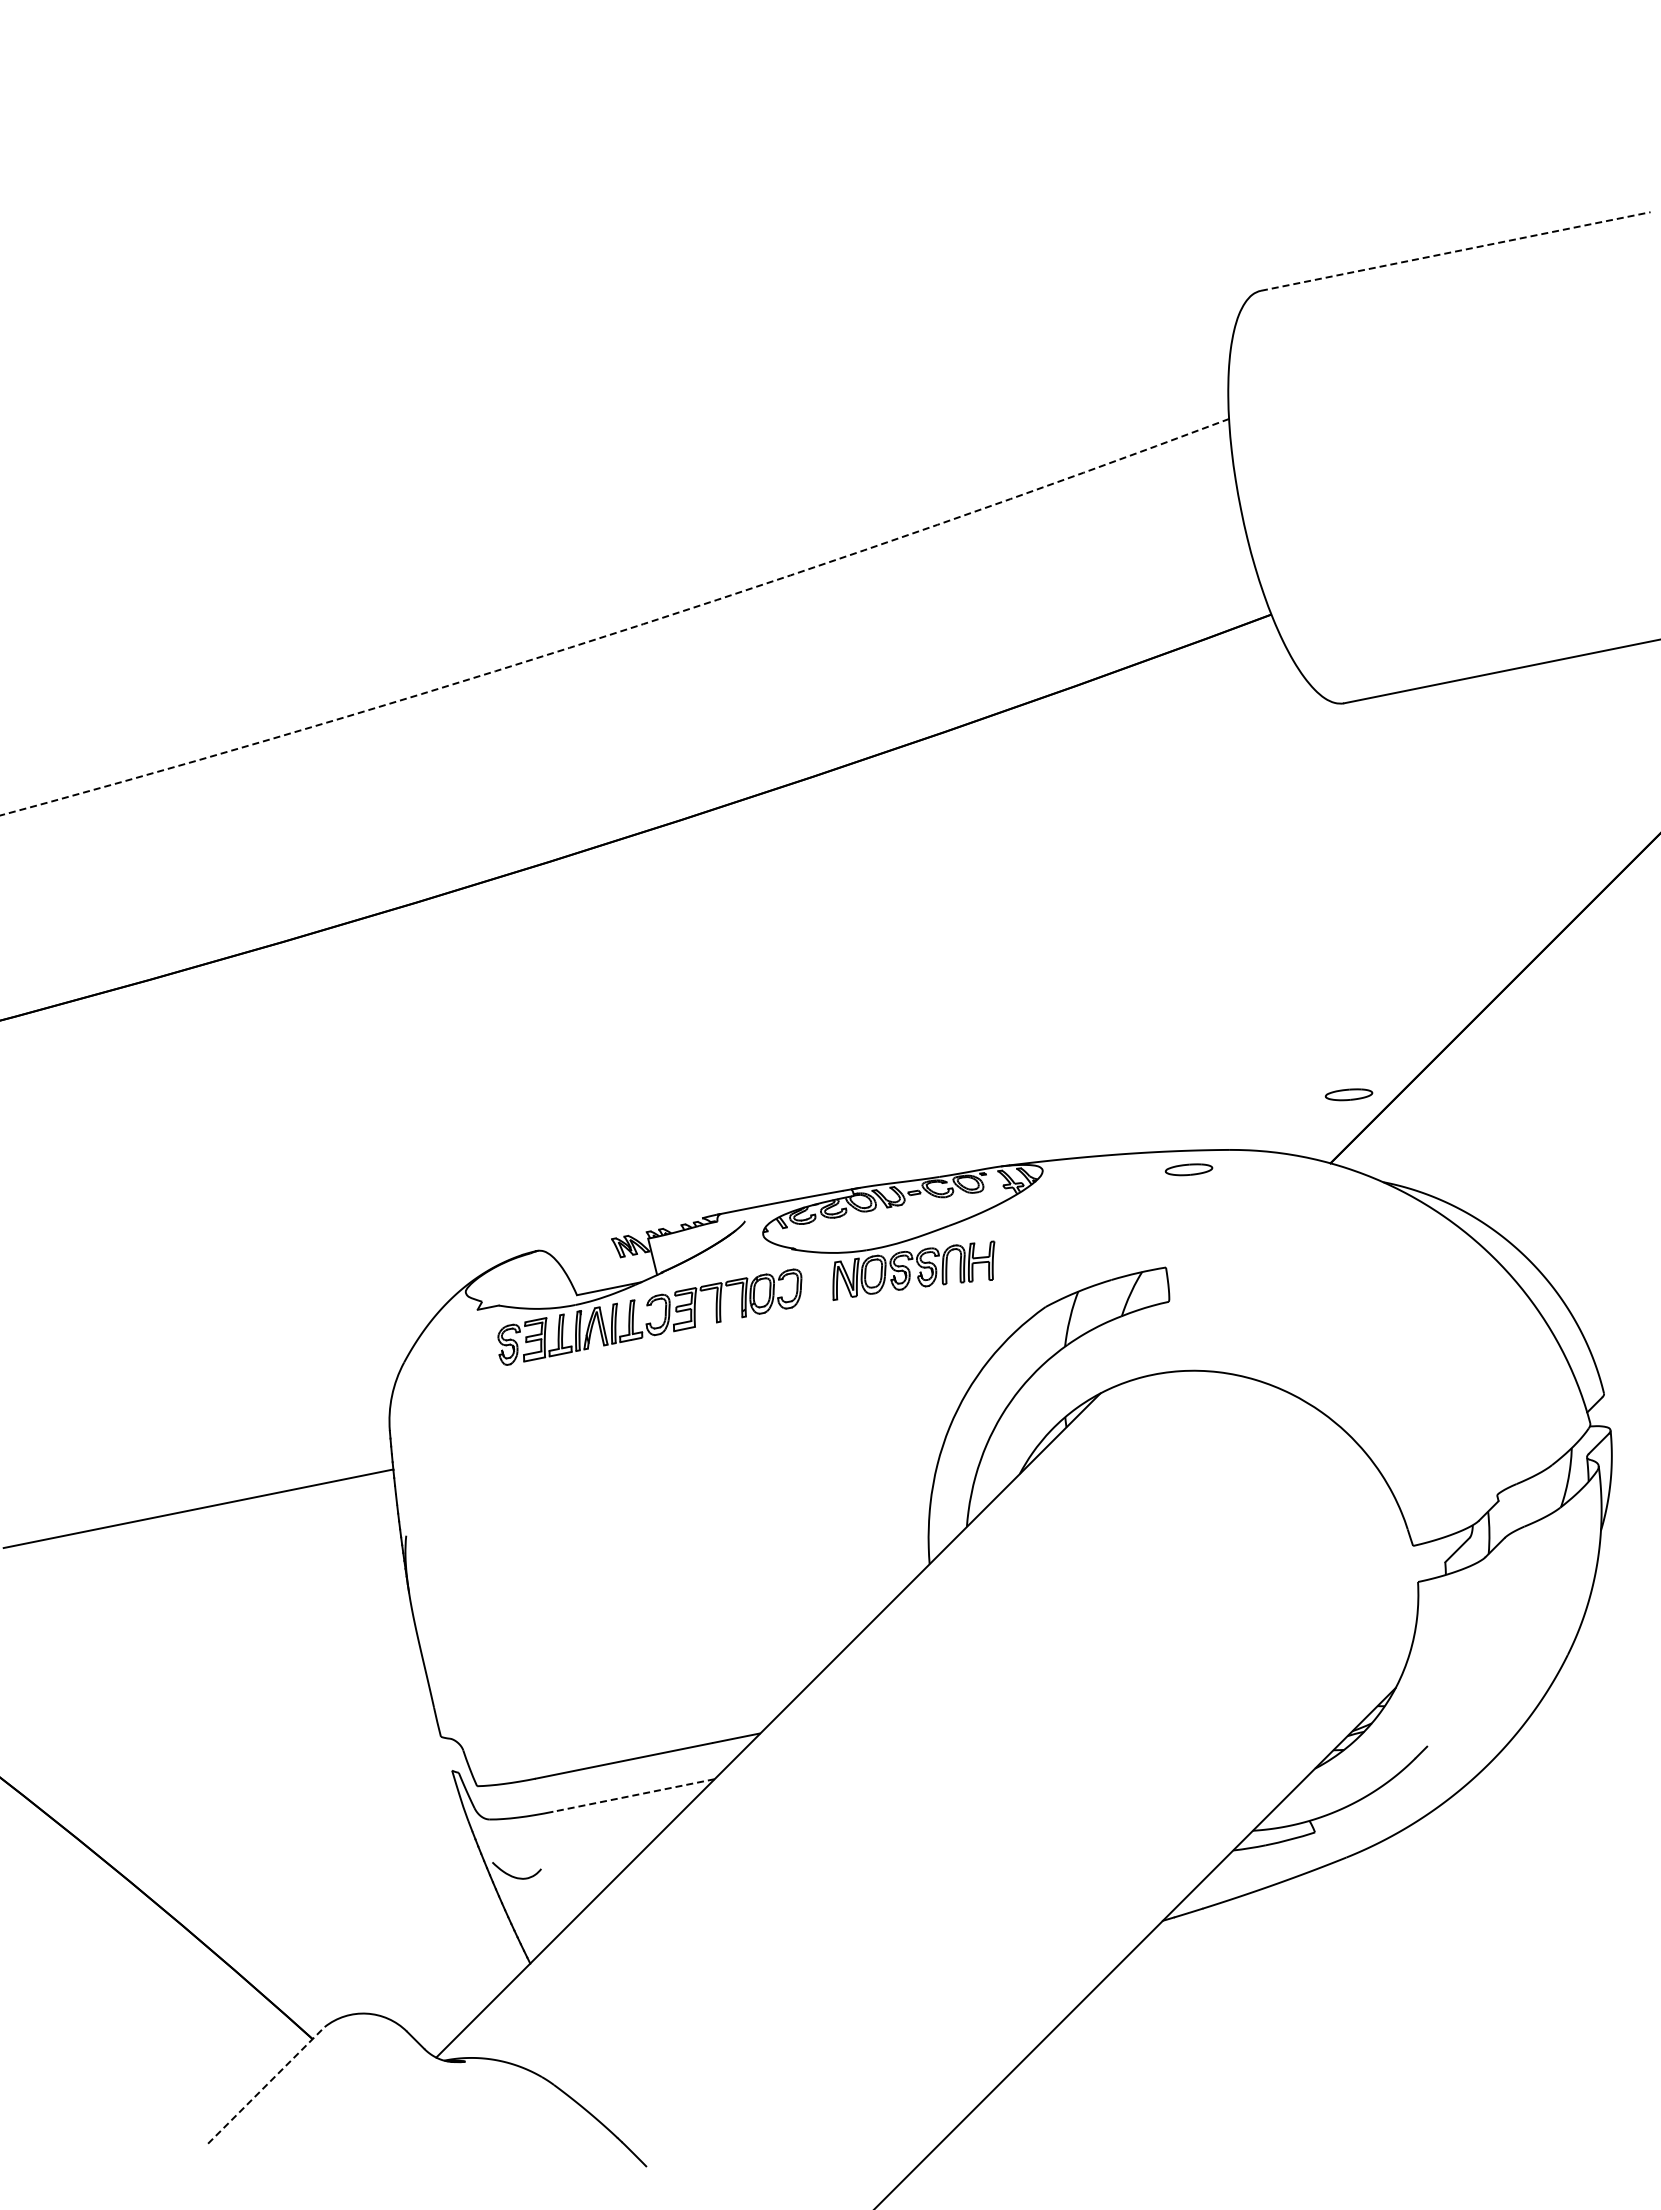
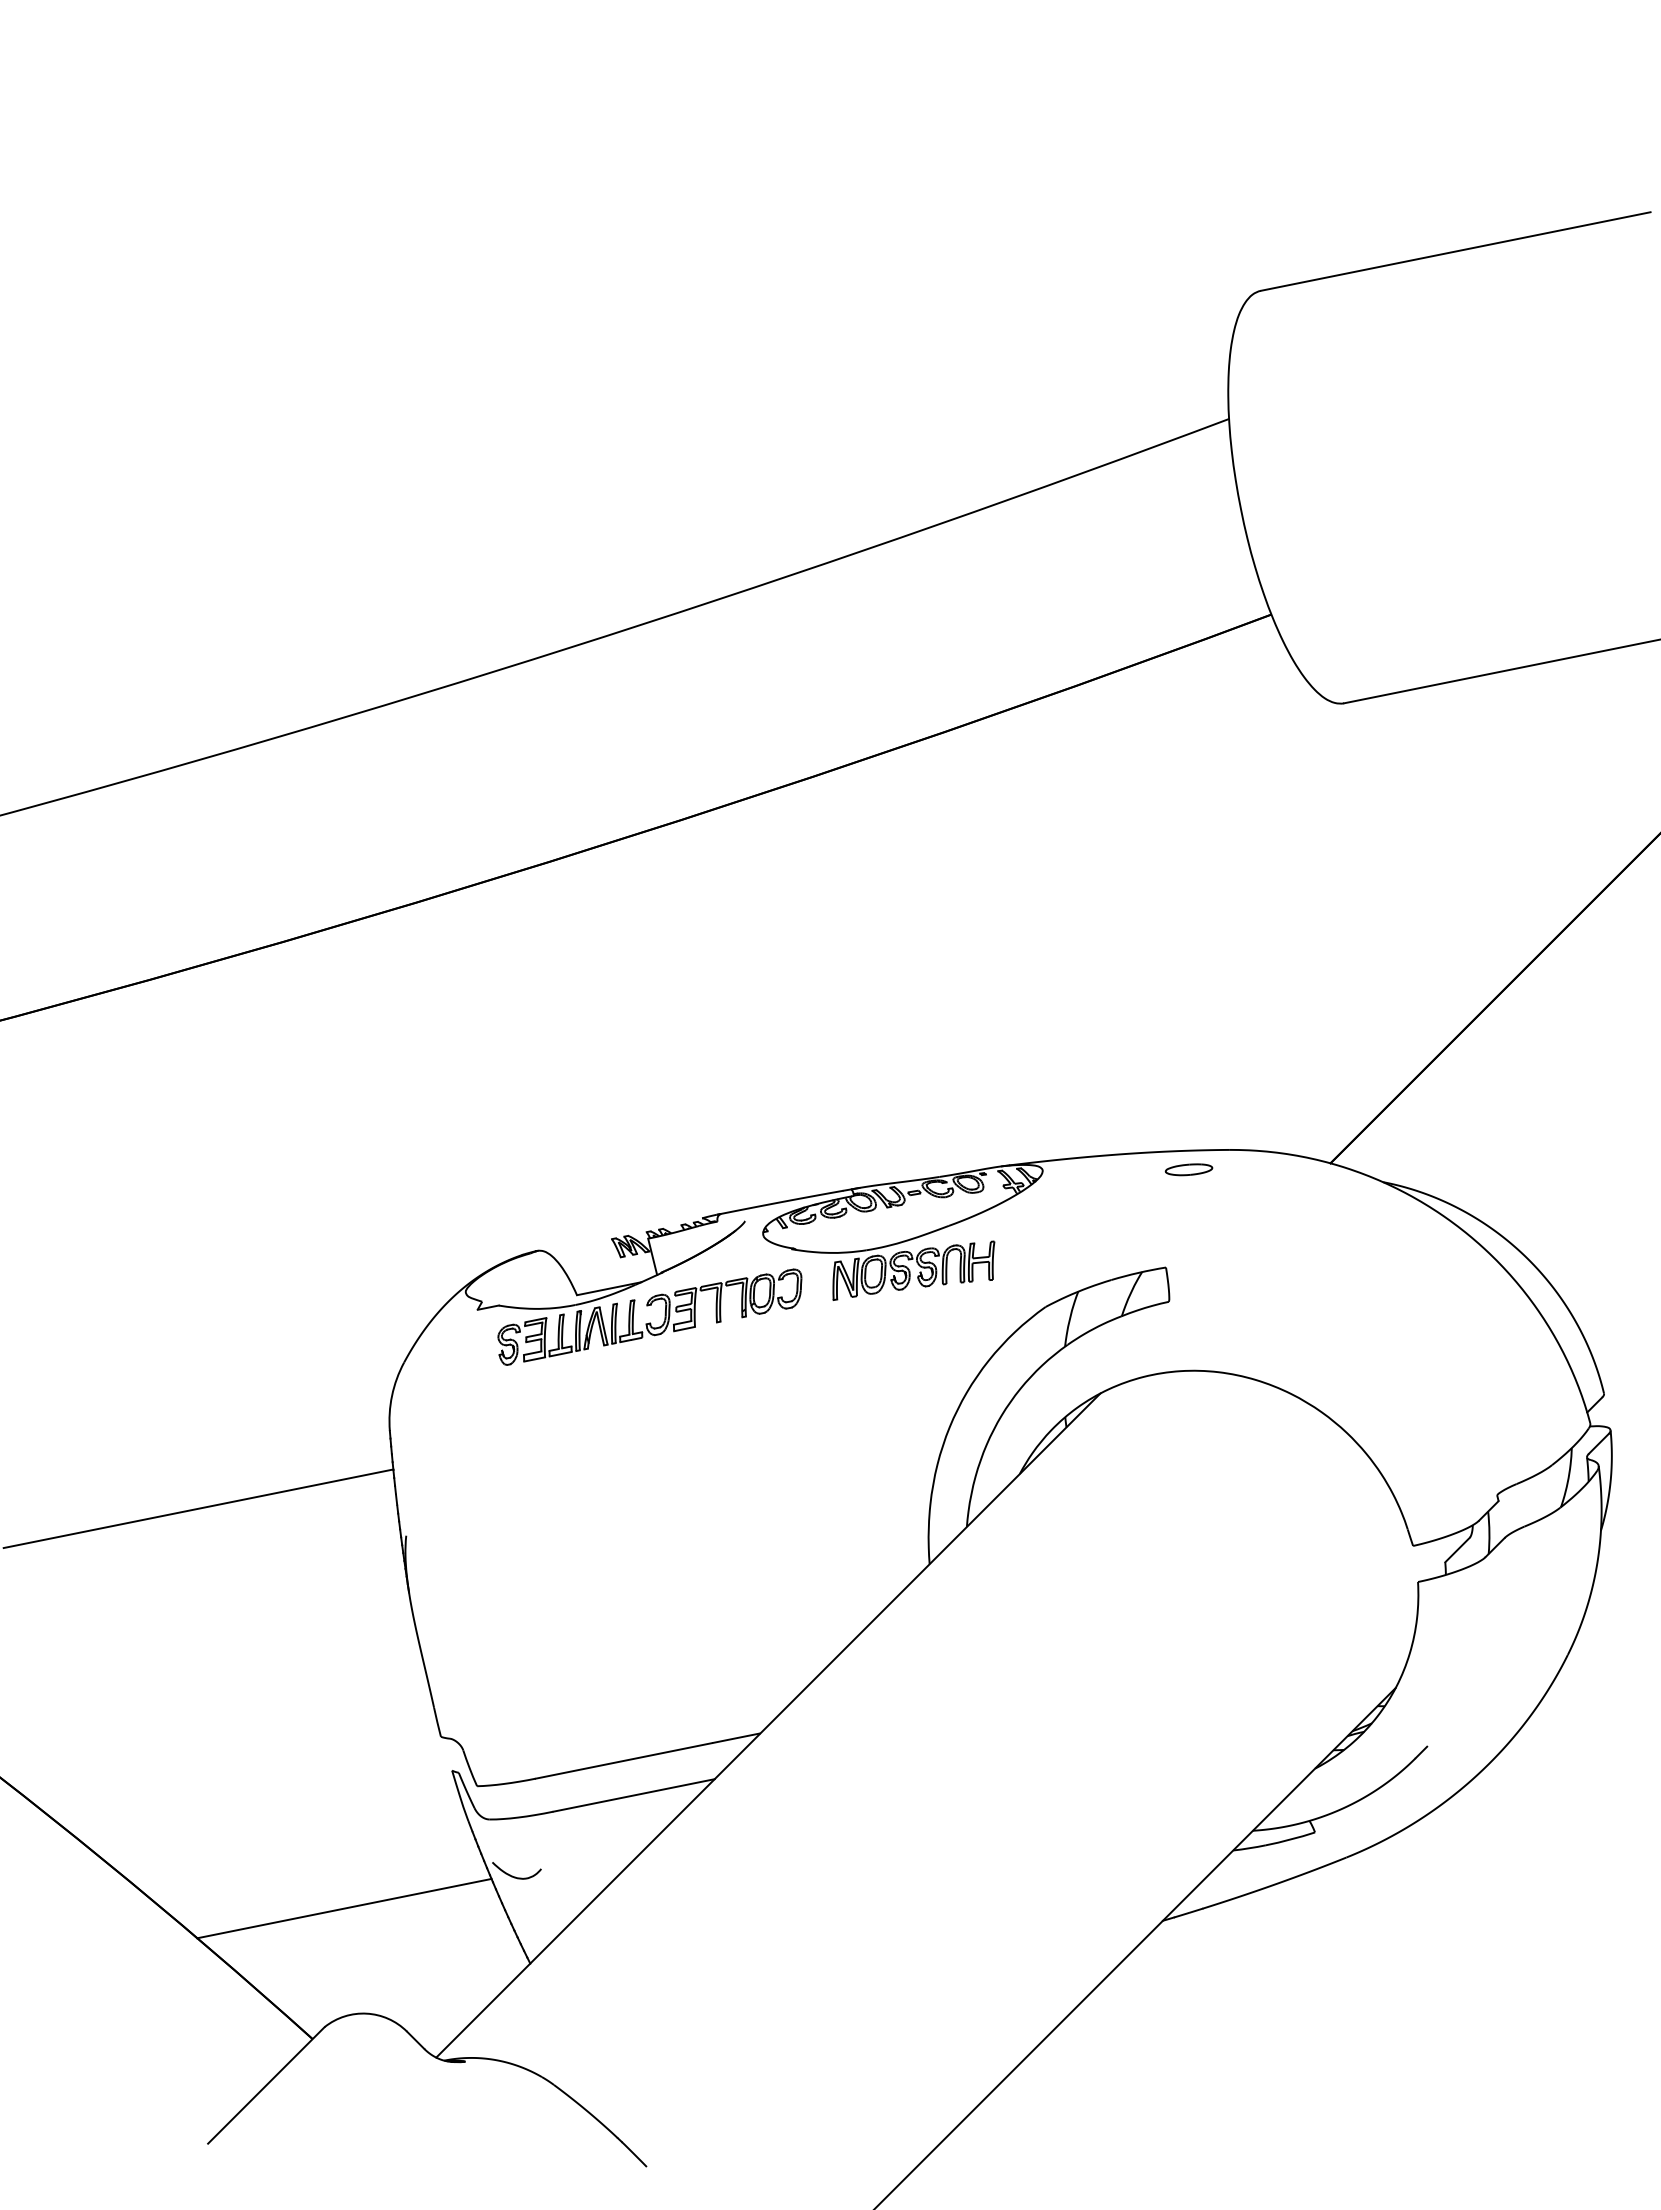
line at (1455, 251): dashed -> solid
arc at (619, 631): dashed -> solid
part at (1348, 1094): present -> none
line at (633, 1795): dashed -> solid
line at (344, 1908): none -> present
line at (266, 2085): dashed -> solid
